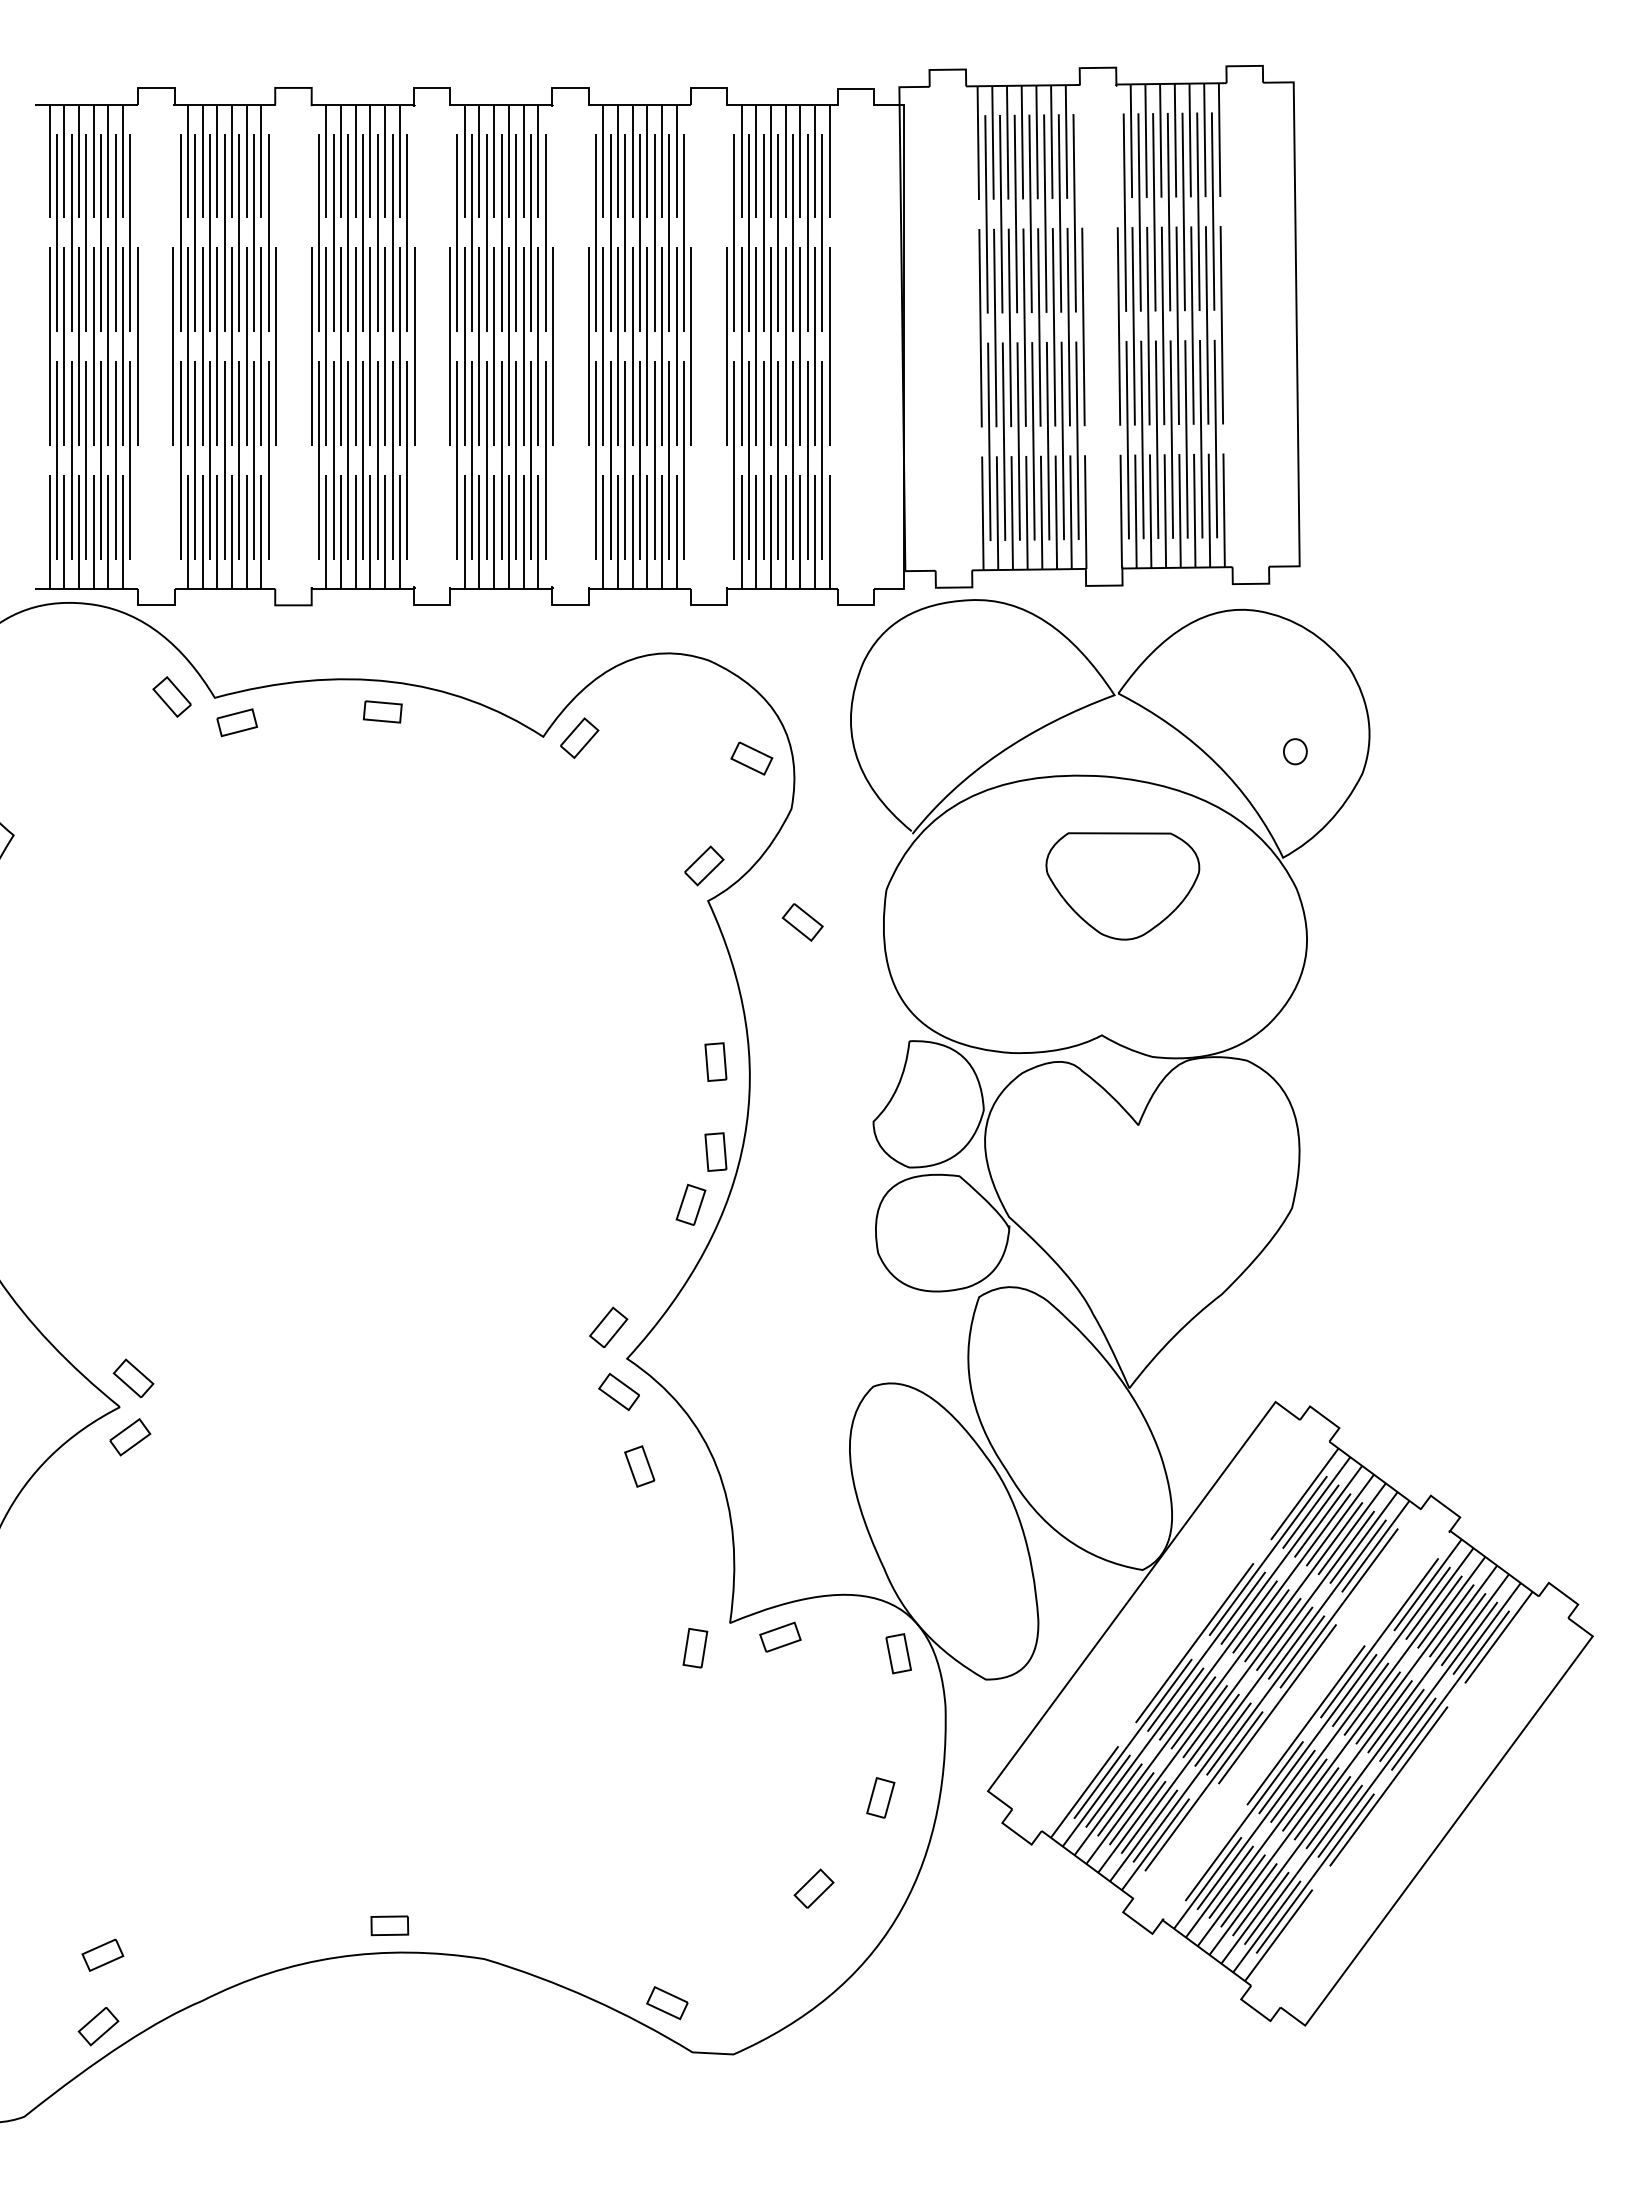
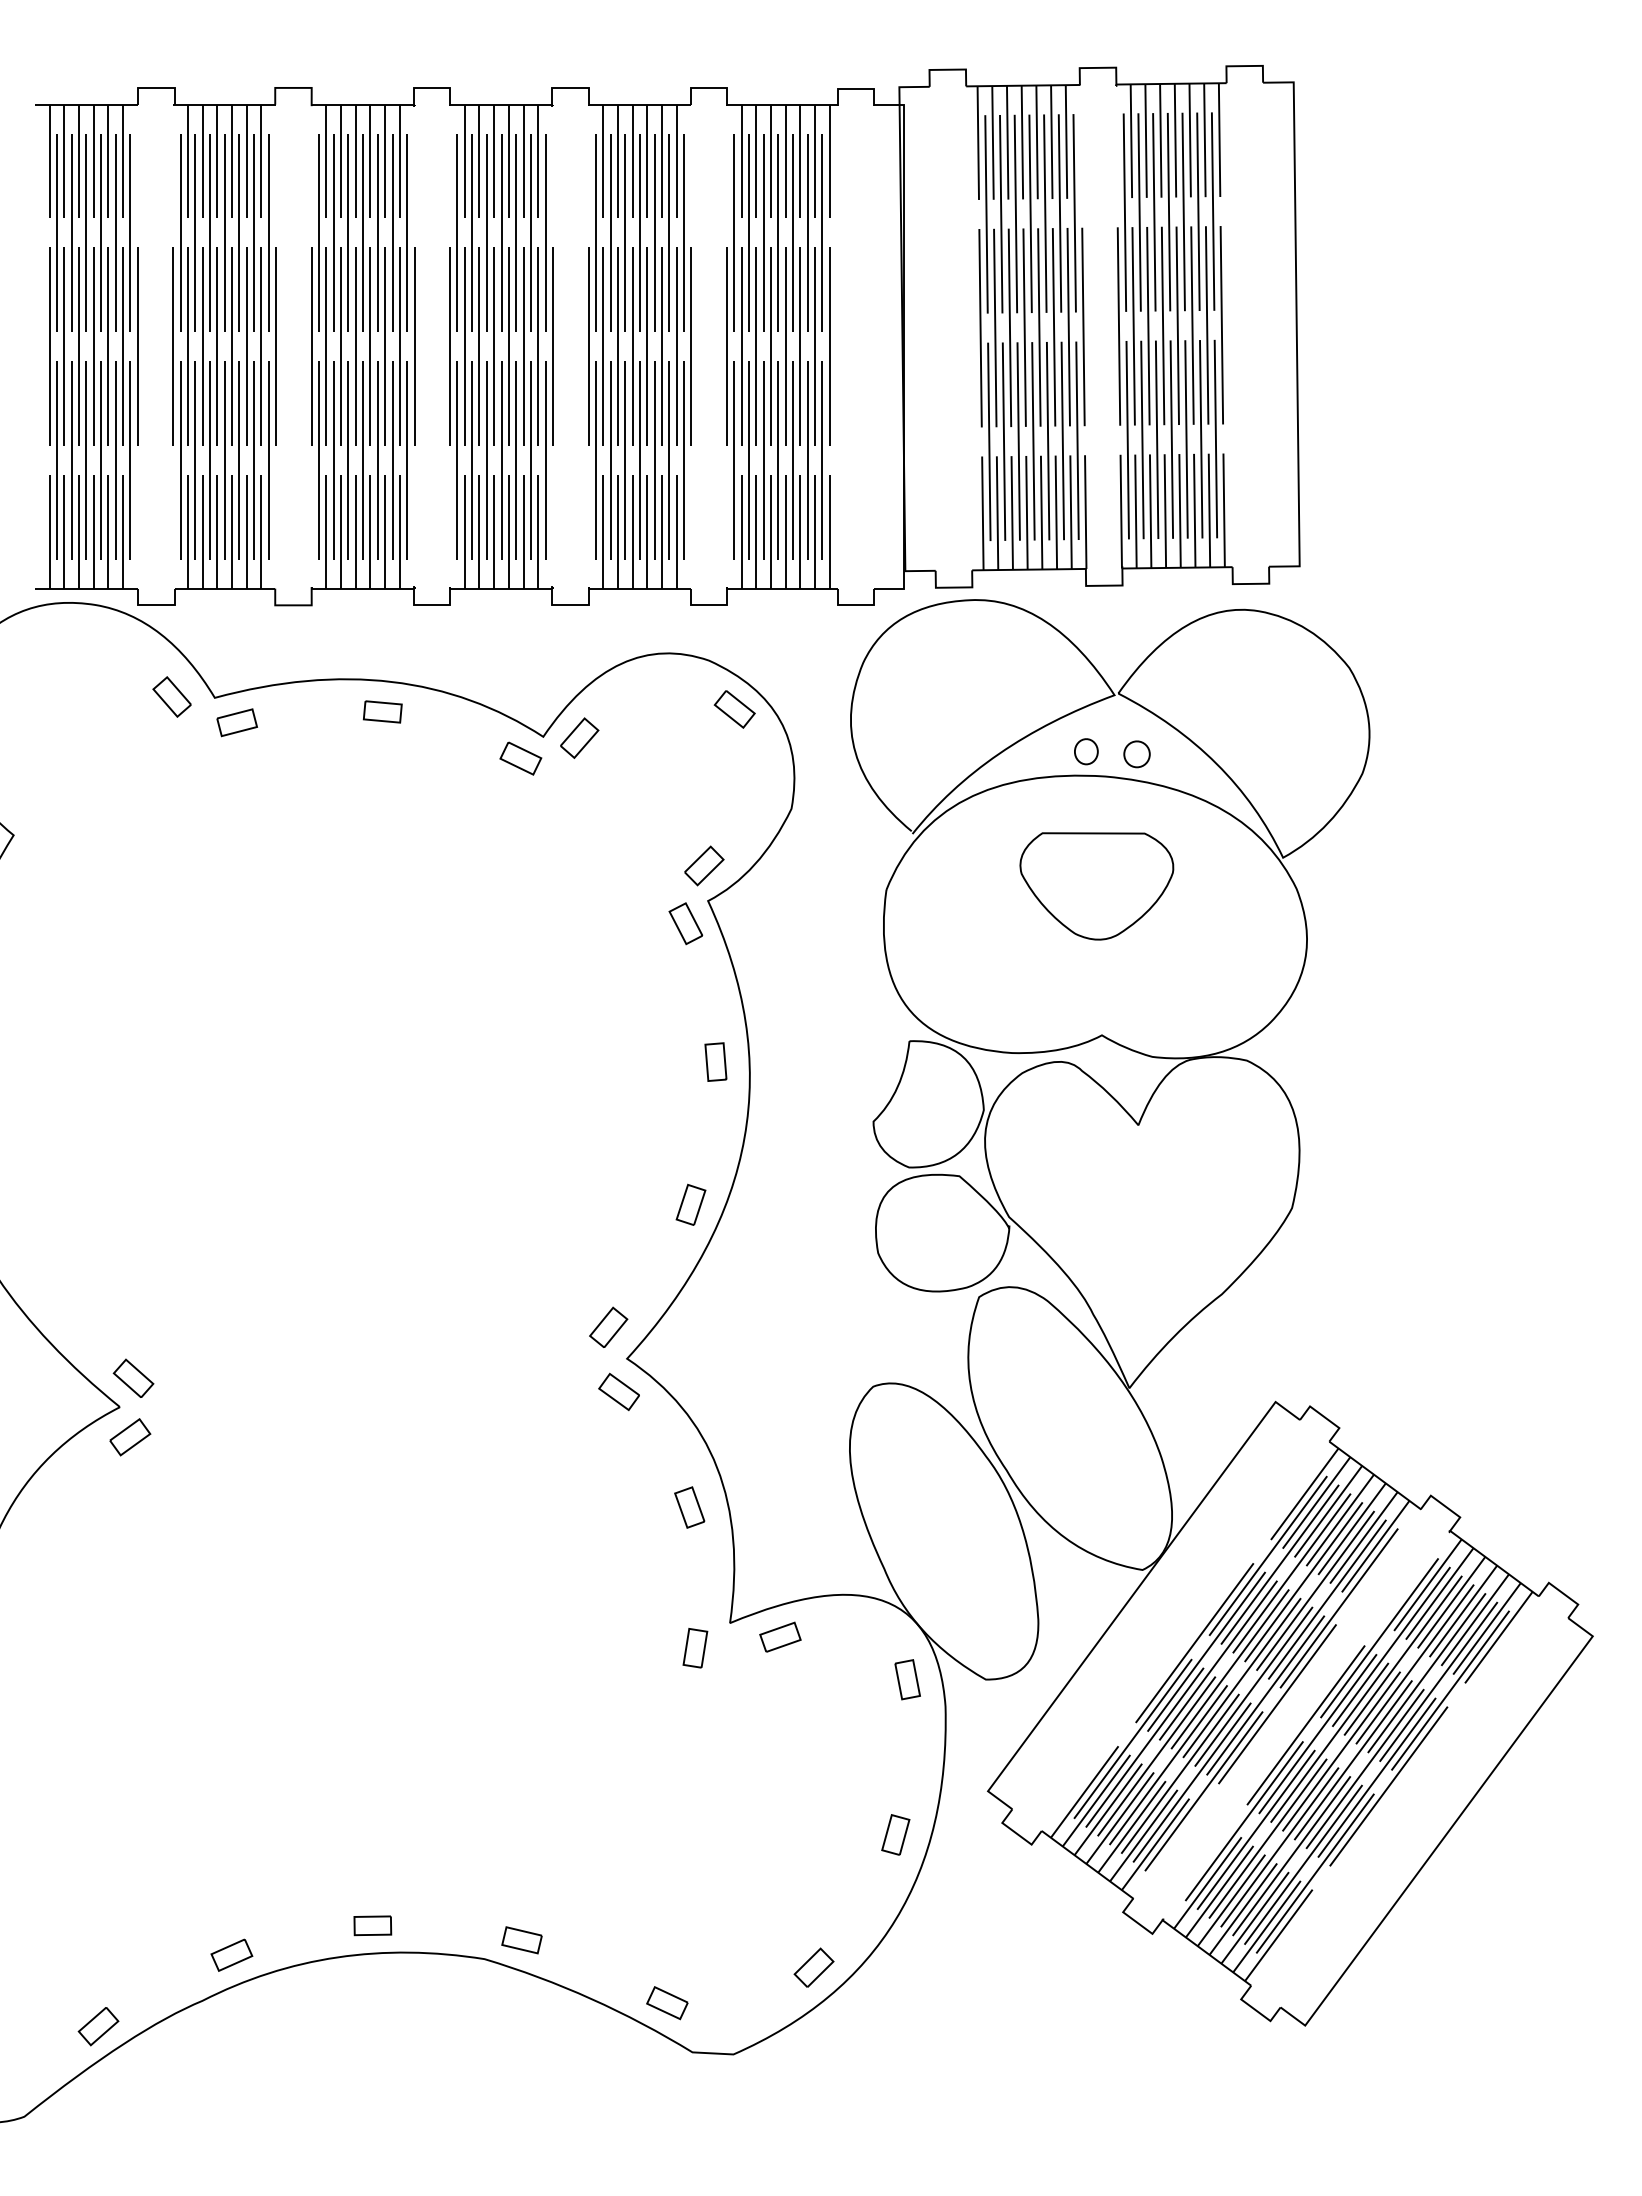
part at (1295, 751) position: (1295, 751) -> (1086, 751)
part at (1136, 754): none -> present
part at (751, 758) position: (751, 758) -> (520, 758)
part at (1122, 886) position: (1122, 886) -> (1096, 886)
part at (802, 922) position: (802, 922) -> (734, 709)
part at (685, 923): none -> present
part at (715, 1151): present -> none
part at (639, 1466) position: (639, 1466) -> (689, 1507)
part at (898, 1653) position: (898, 1653) -> (907, 1679)
part at (880, 1797) position: (880, 1797) -> (895, 1834)
part at (813, 1888) position: (813, 1888) -> (813, 1967)
part at (389, 1925) position: (389, 1925) -> (372, 1925)
part at (521, 1940): none -> present
part at (102, 1954) position: (102, 1954) -> (231, 1954)
